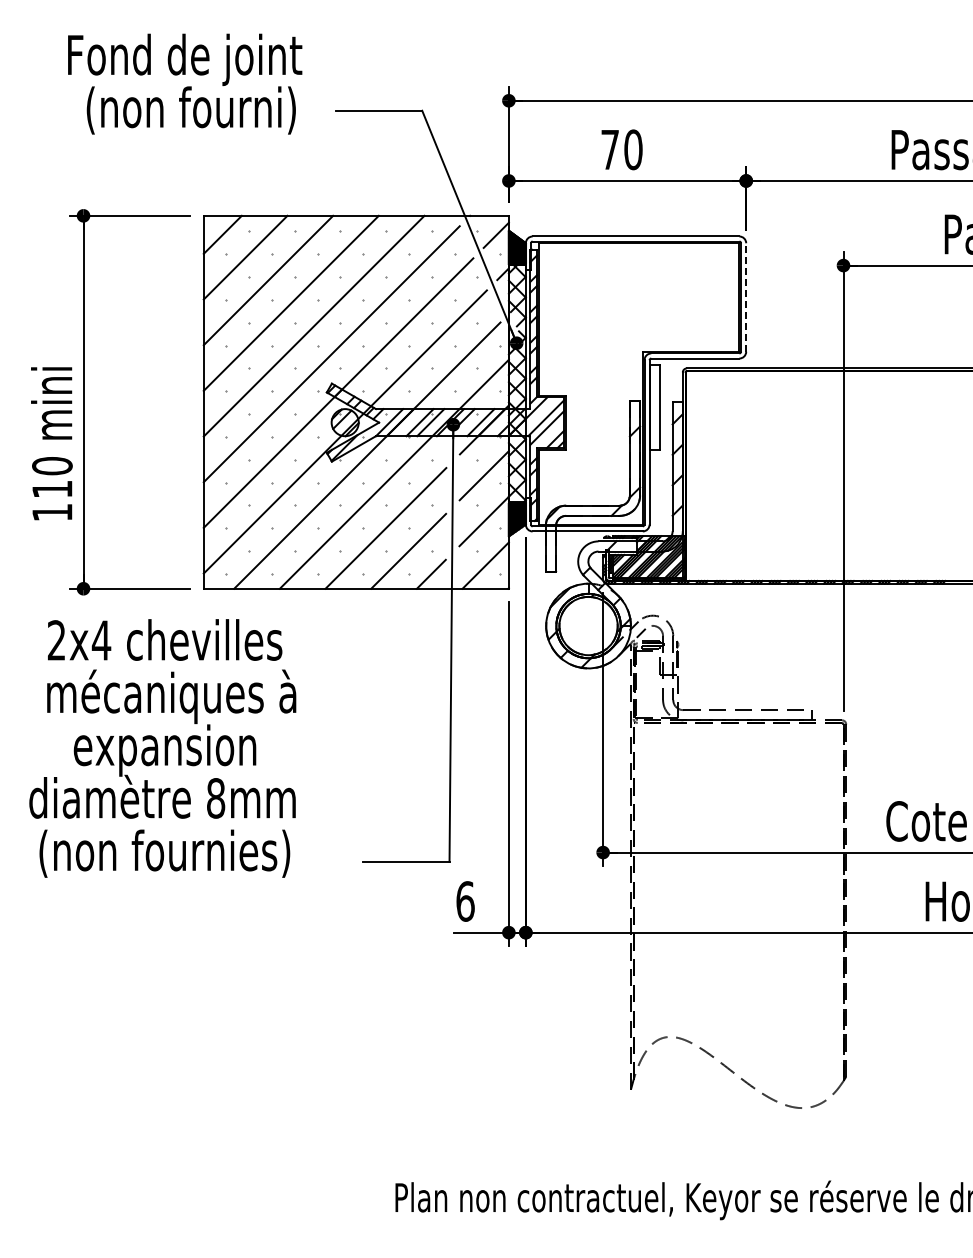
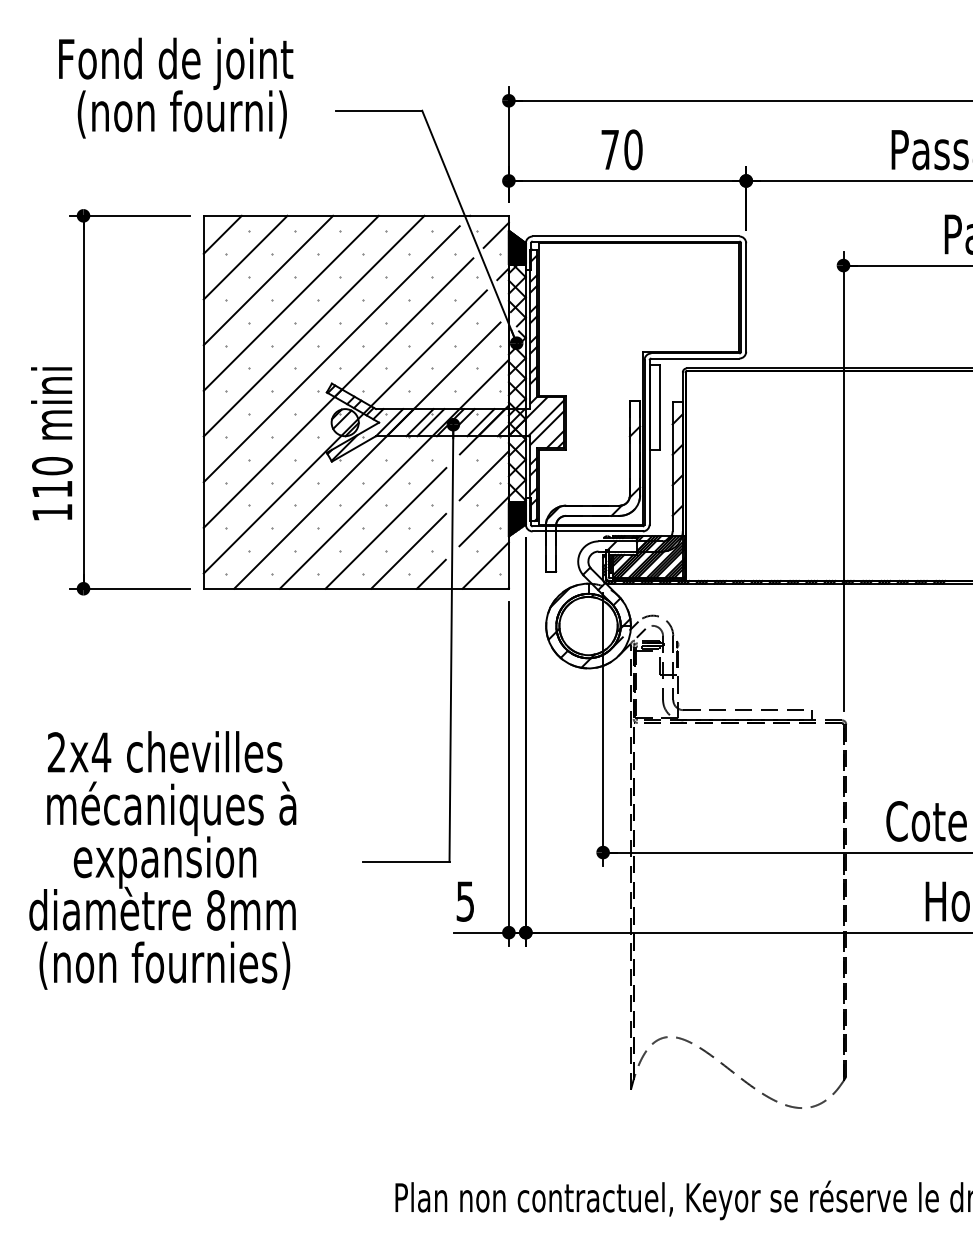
text at (185, 83) position: (185, 83) -> (176, 87)
line at (746, 297): dashed -> solid
text at (162, 748) position: (162, 748) -> (162, 860)
text at (465, 901): 6 -> 5
